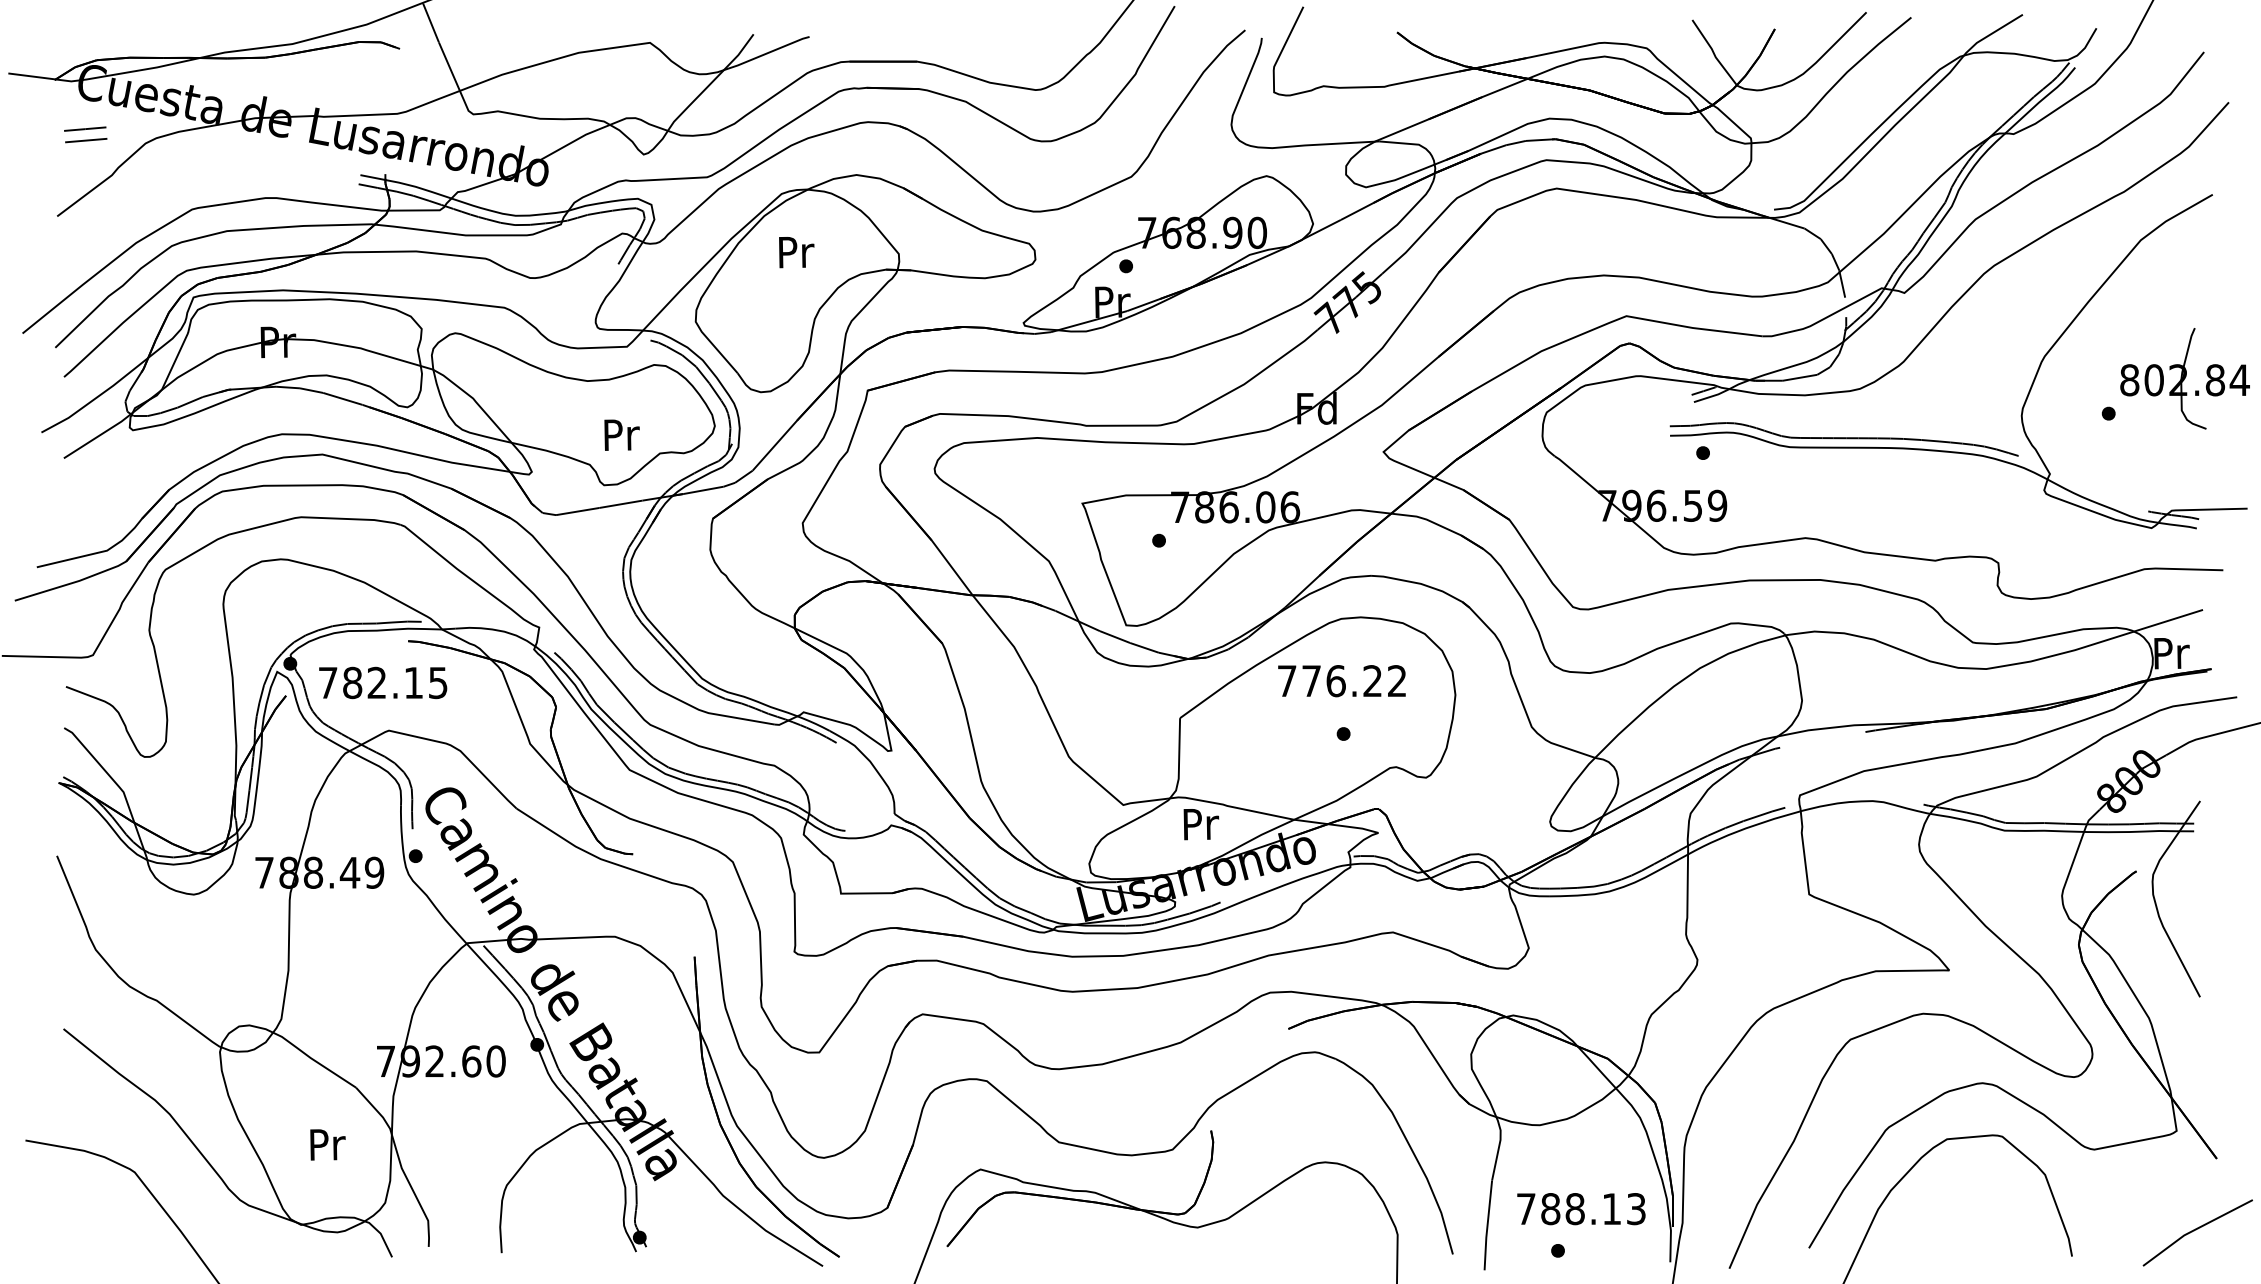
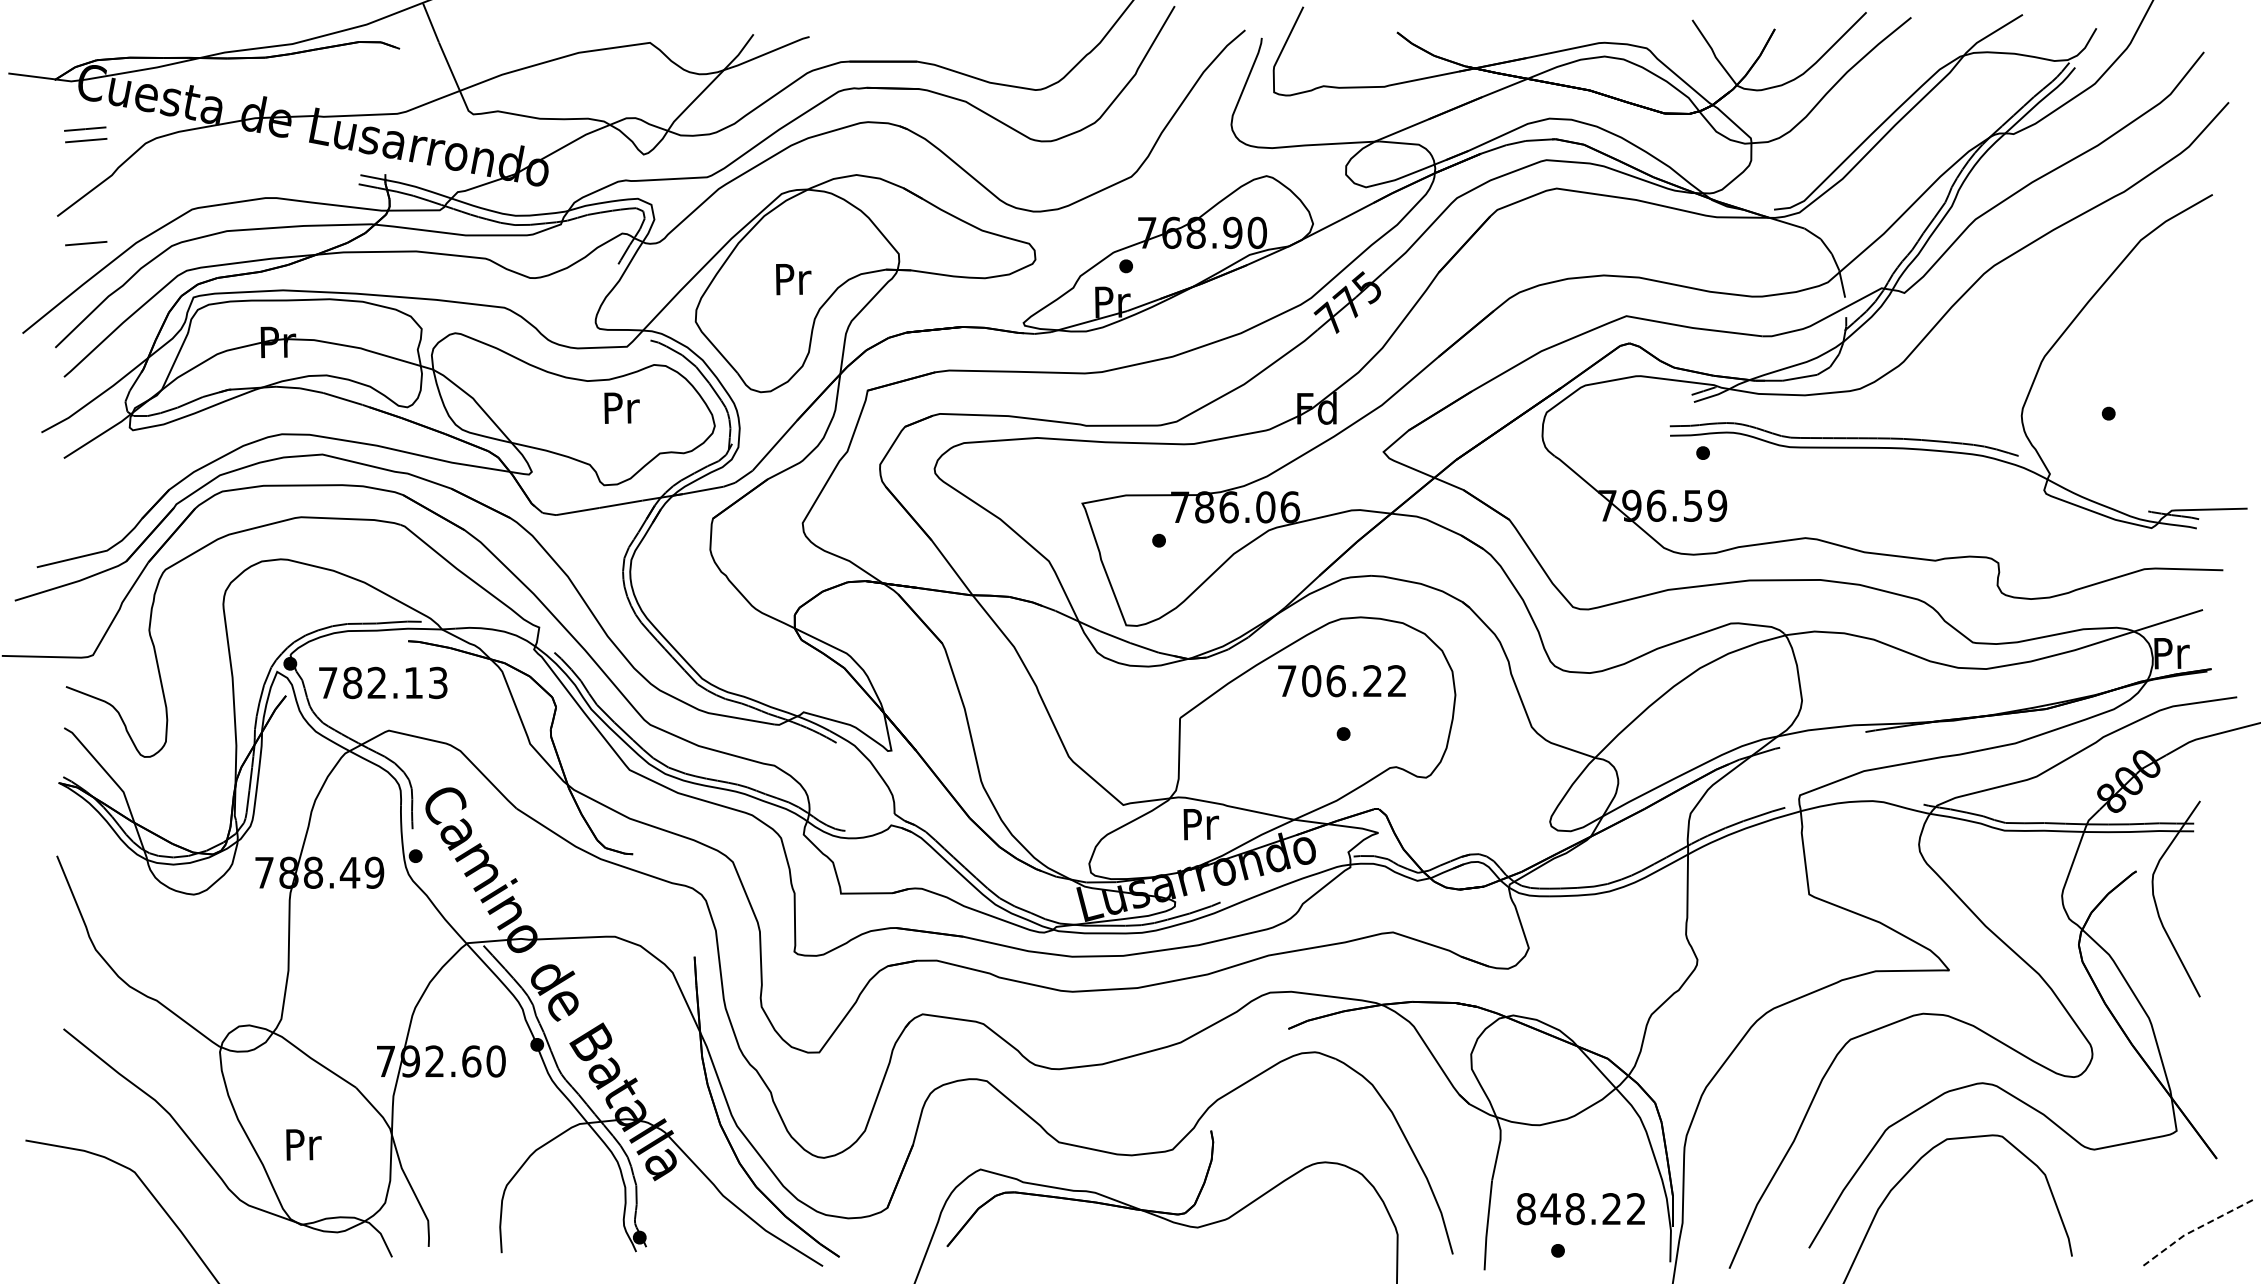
line at (86, 243): none -> present
text at (796, 252) position: (796, 252) -> (793, 279)
part at (2184, 378): present -> none
text at (621, 434) position: (621, 434) -> (621, 407)
text at (1311, 681): 776.22 -> 706.22
text at (438, 682): 782.15 -> 782.13
text at (327, 1144) position: (327, 1144) -> (303, 1144)
text at (1580, 1209): 788.13 -> 848.22
line at (2194, 1229): solid -> dashed
